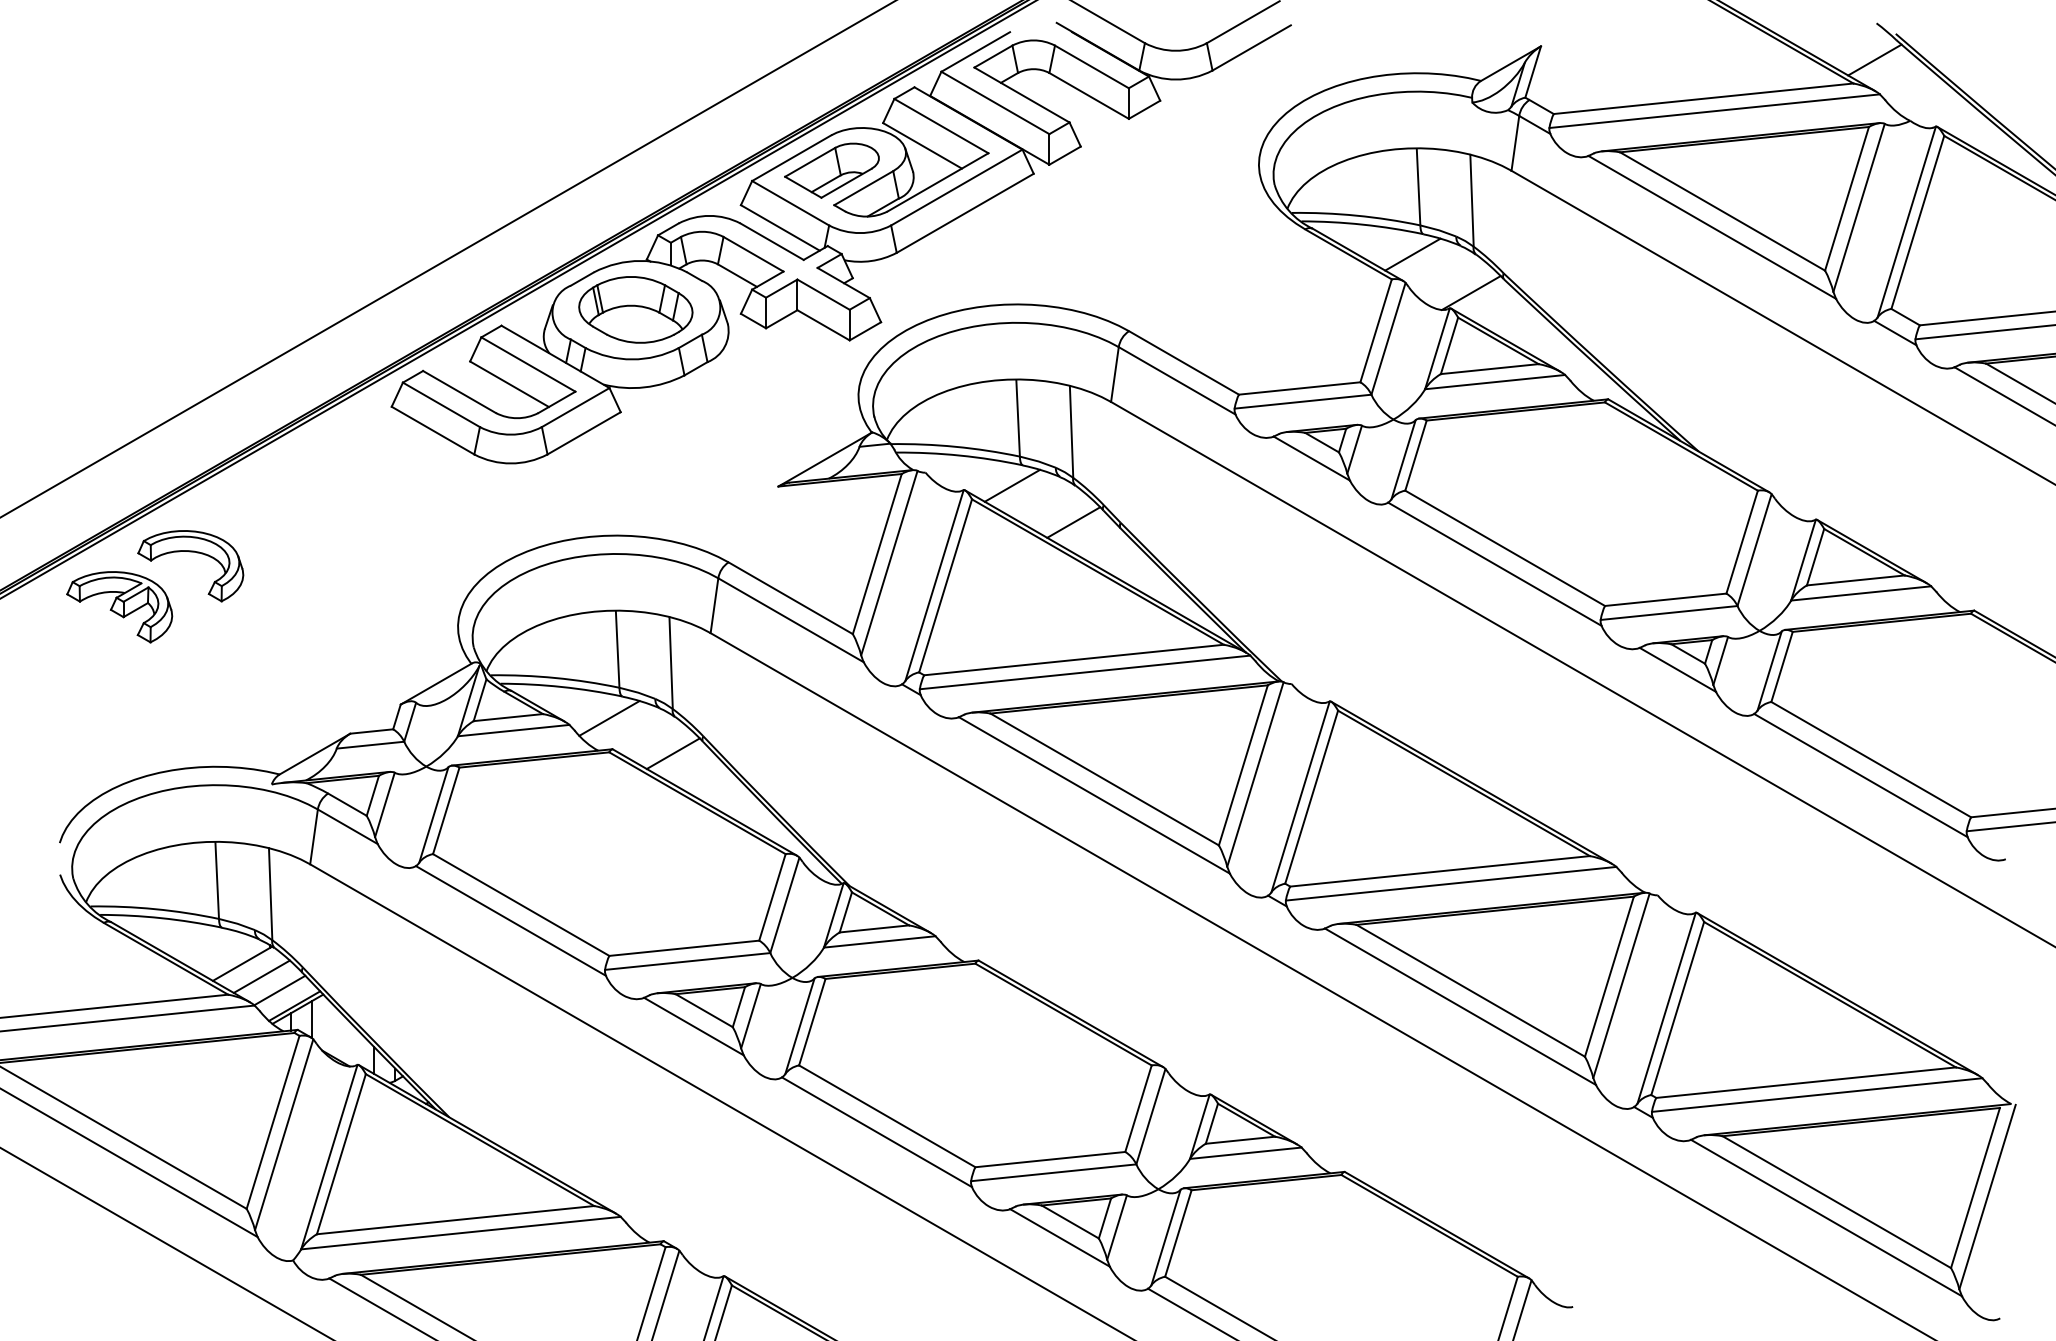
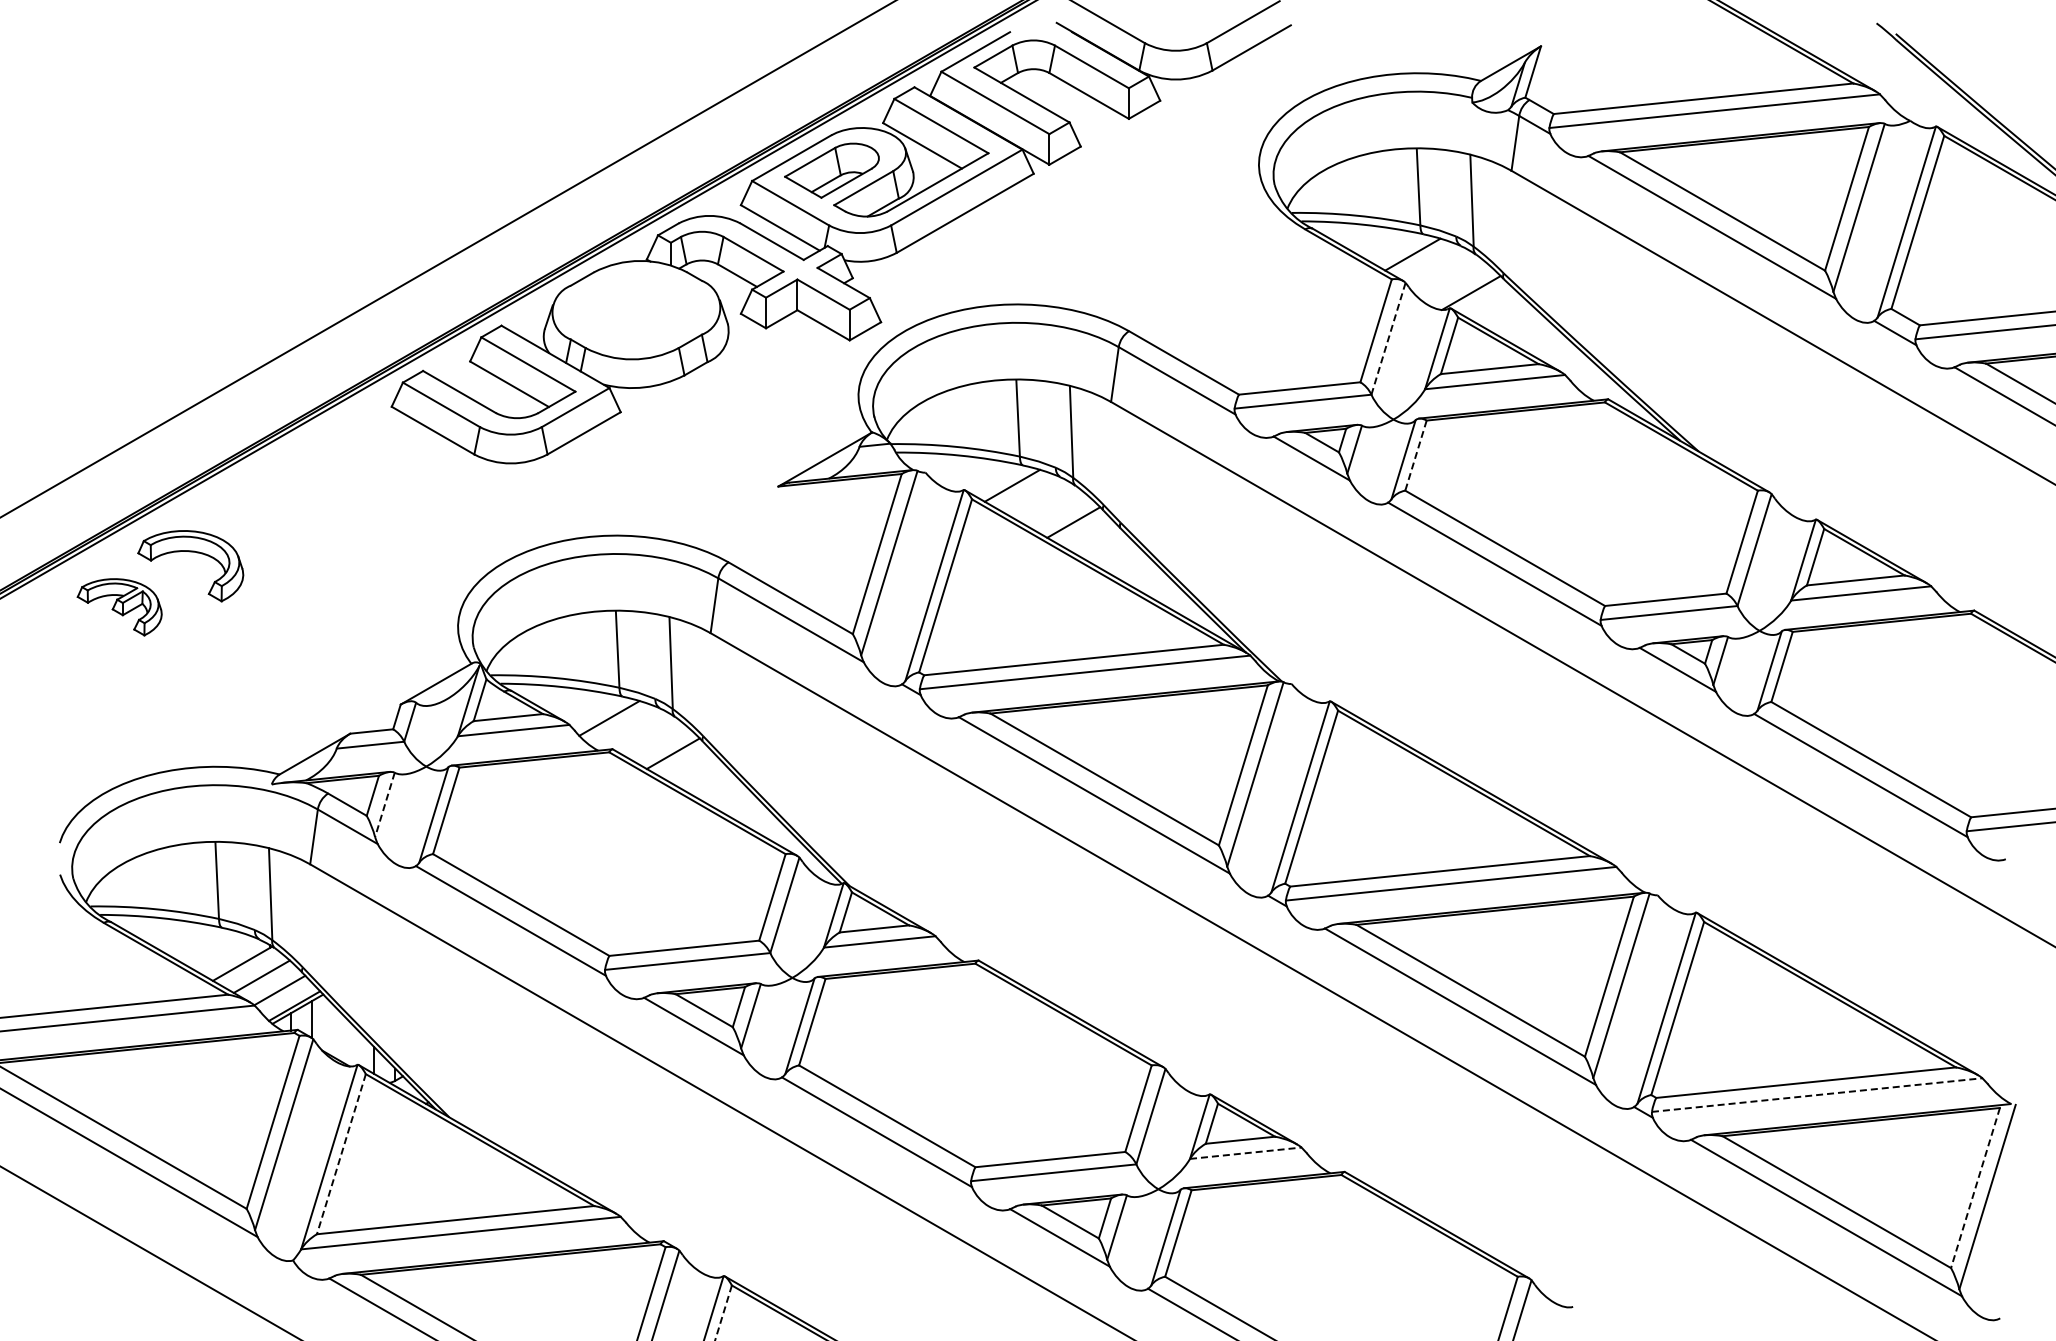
line at (1874, 59): present -> none
part at (635, 309): present -> none
line at (1388, 339): solid -> dashed
line at (1416, 455): solid -> dashed
part at (119, 607) size: 108x73 px -> 87x59 px
line at (384, 804): solid -> dashed
line at (1817, 1095): solid -> dashed
line at (1246, 1153): solid -> dashed
line at (341, 1154): solid -> dashed
line at (1975, 1188): solid -> dashed
line at (165, 1243) position: (165, 1243) -> (149, 1252)
line at (723, 1313): solid -> dashed
